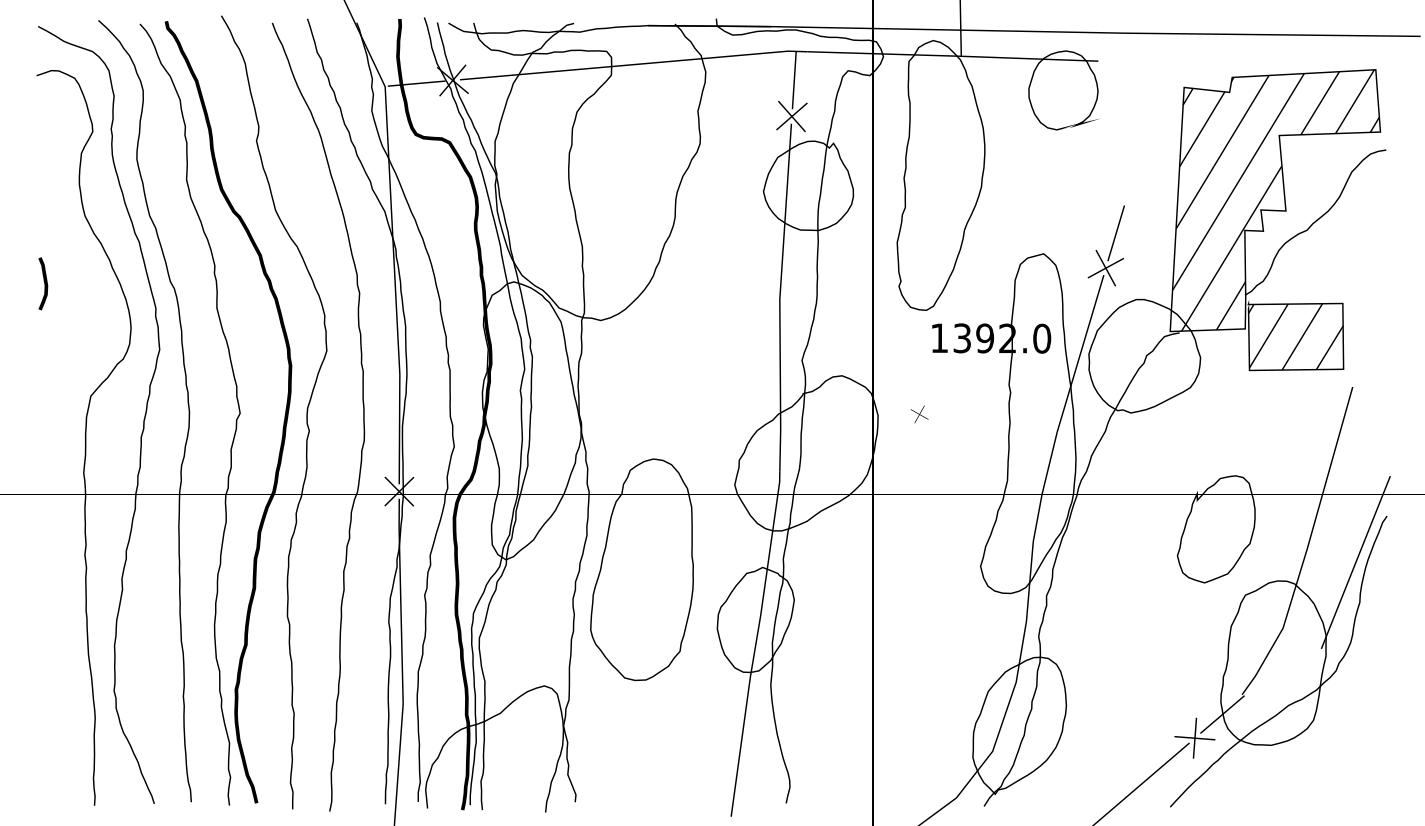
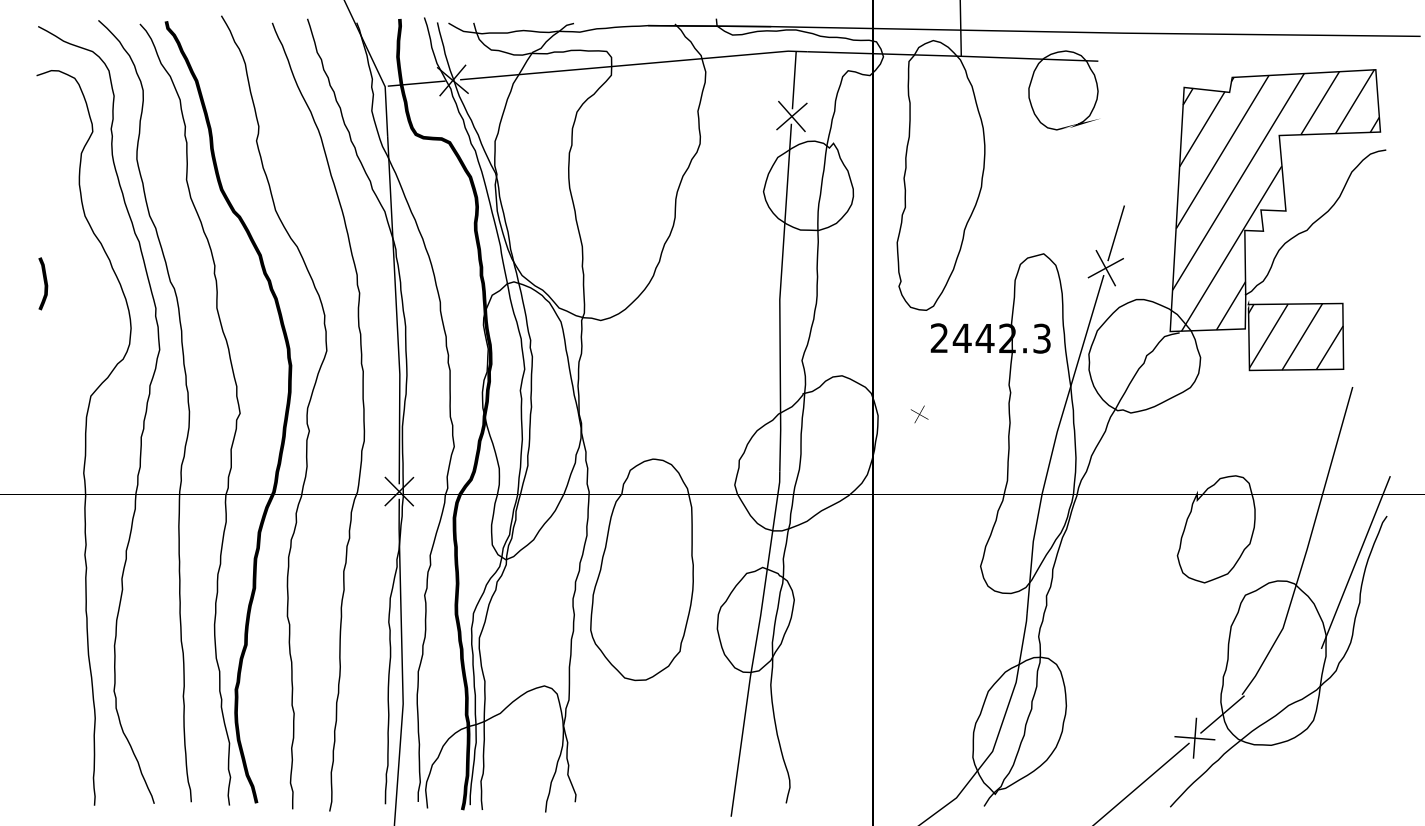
text at (990, 338): 1392.0 -> 2442.3
